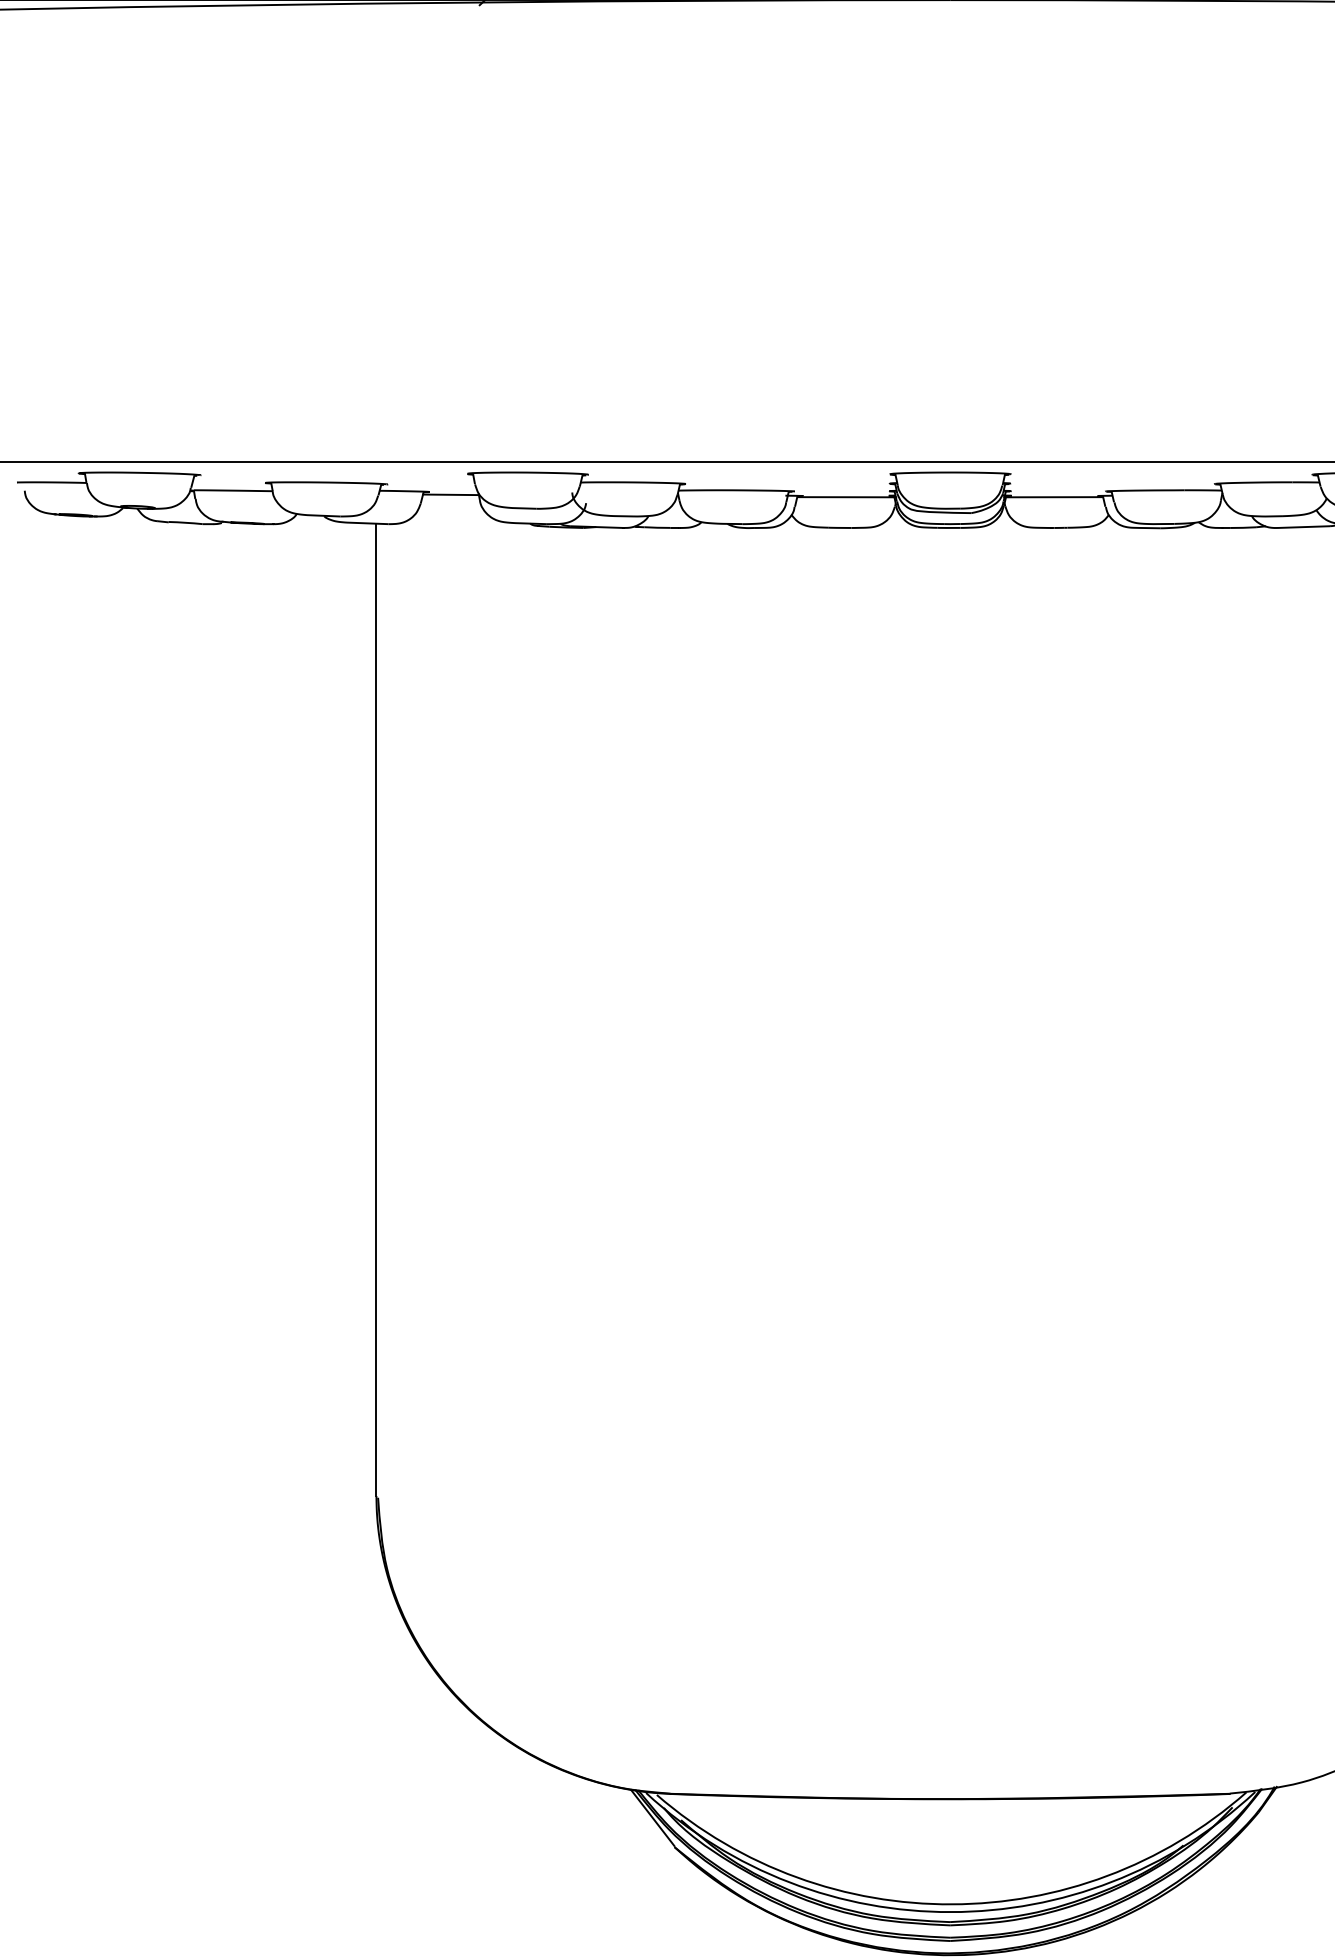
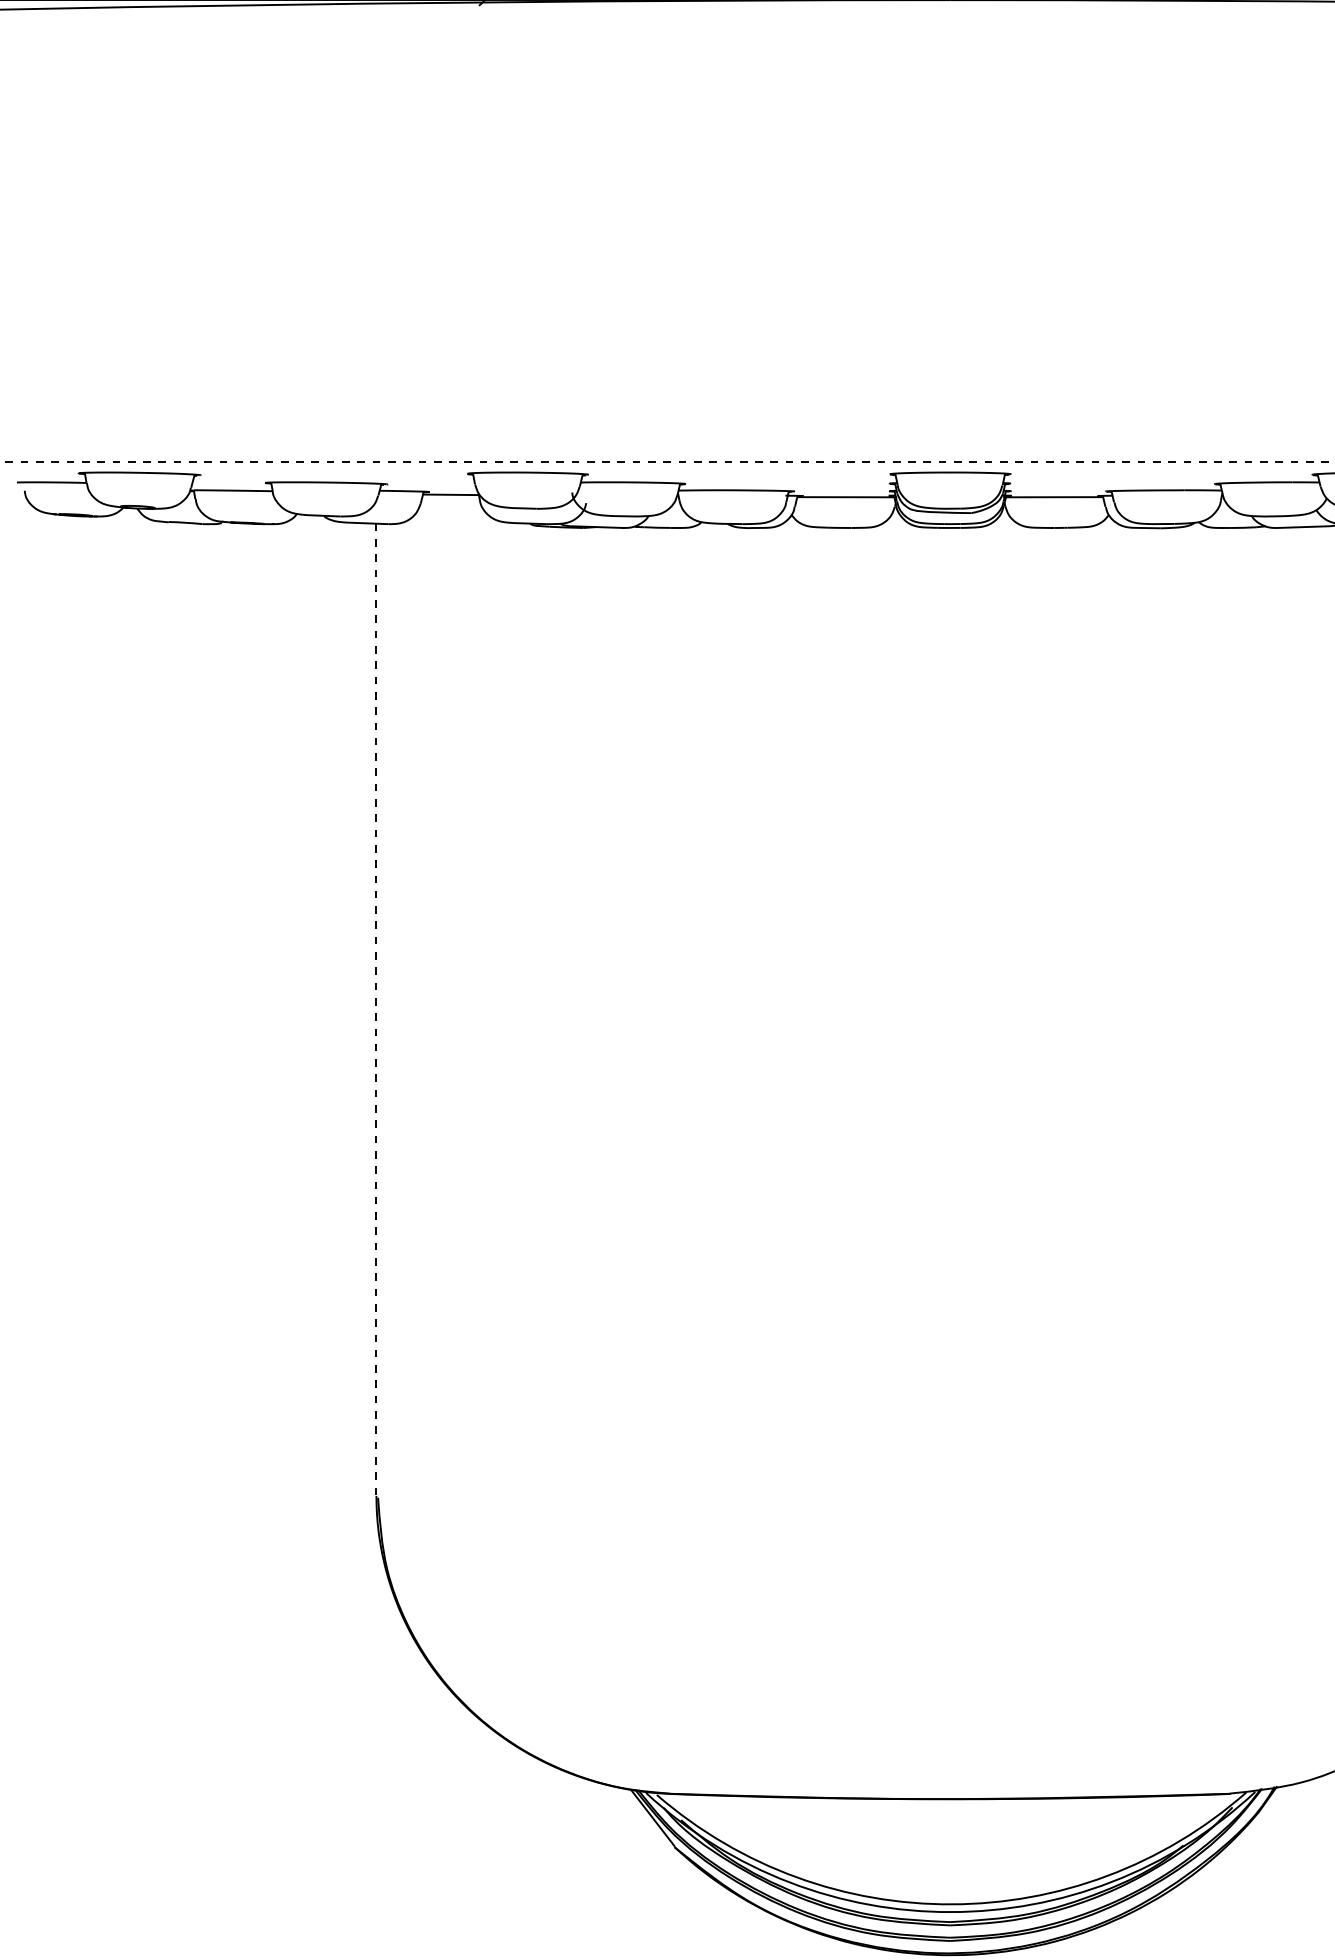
line at (667, 461): solid -> dashed
line at (376, 1010): solid -> dashed
